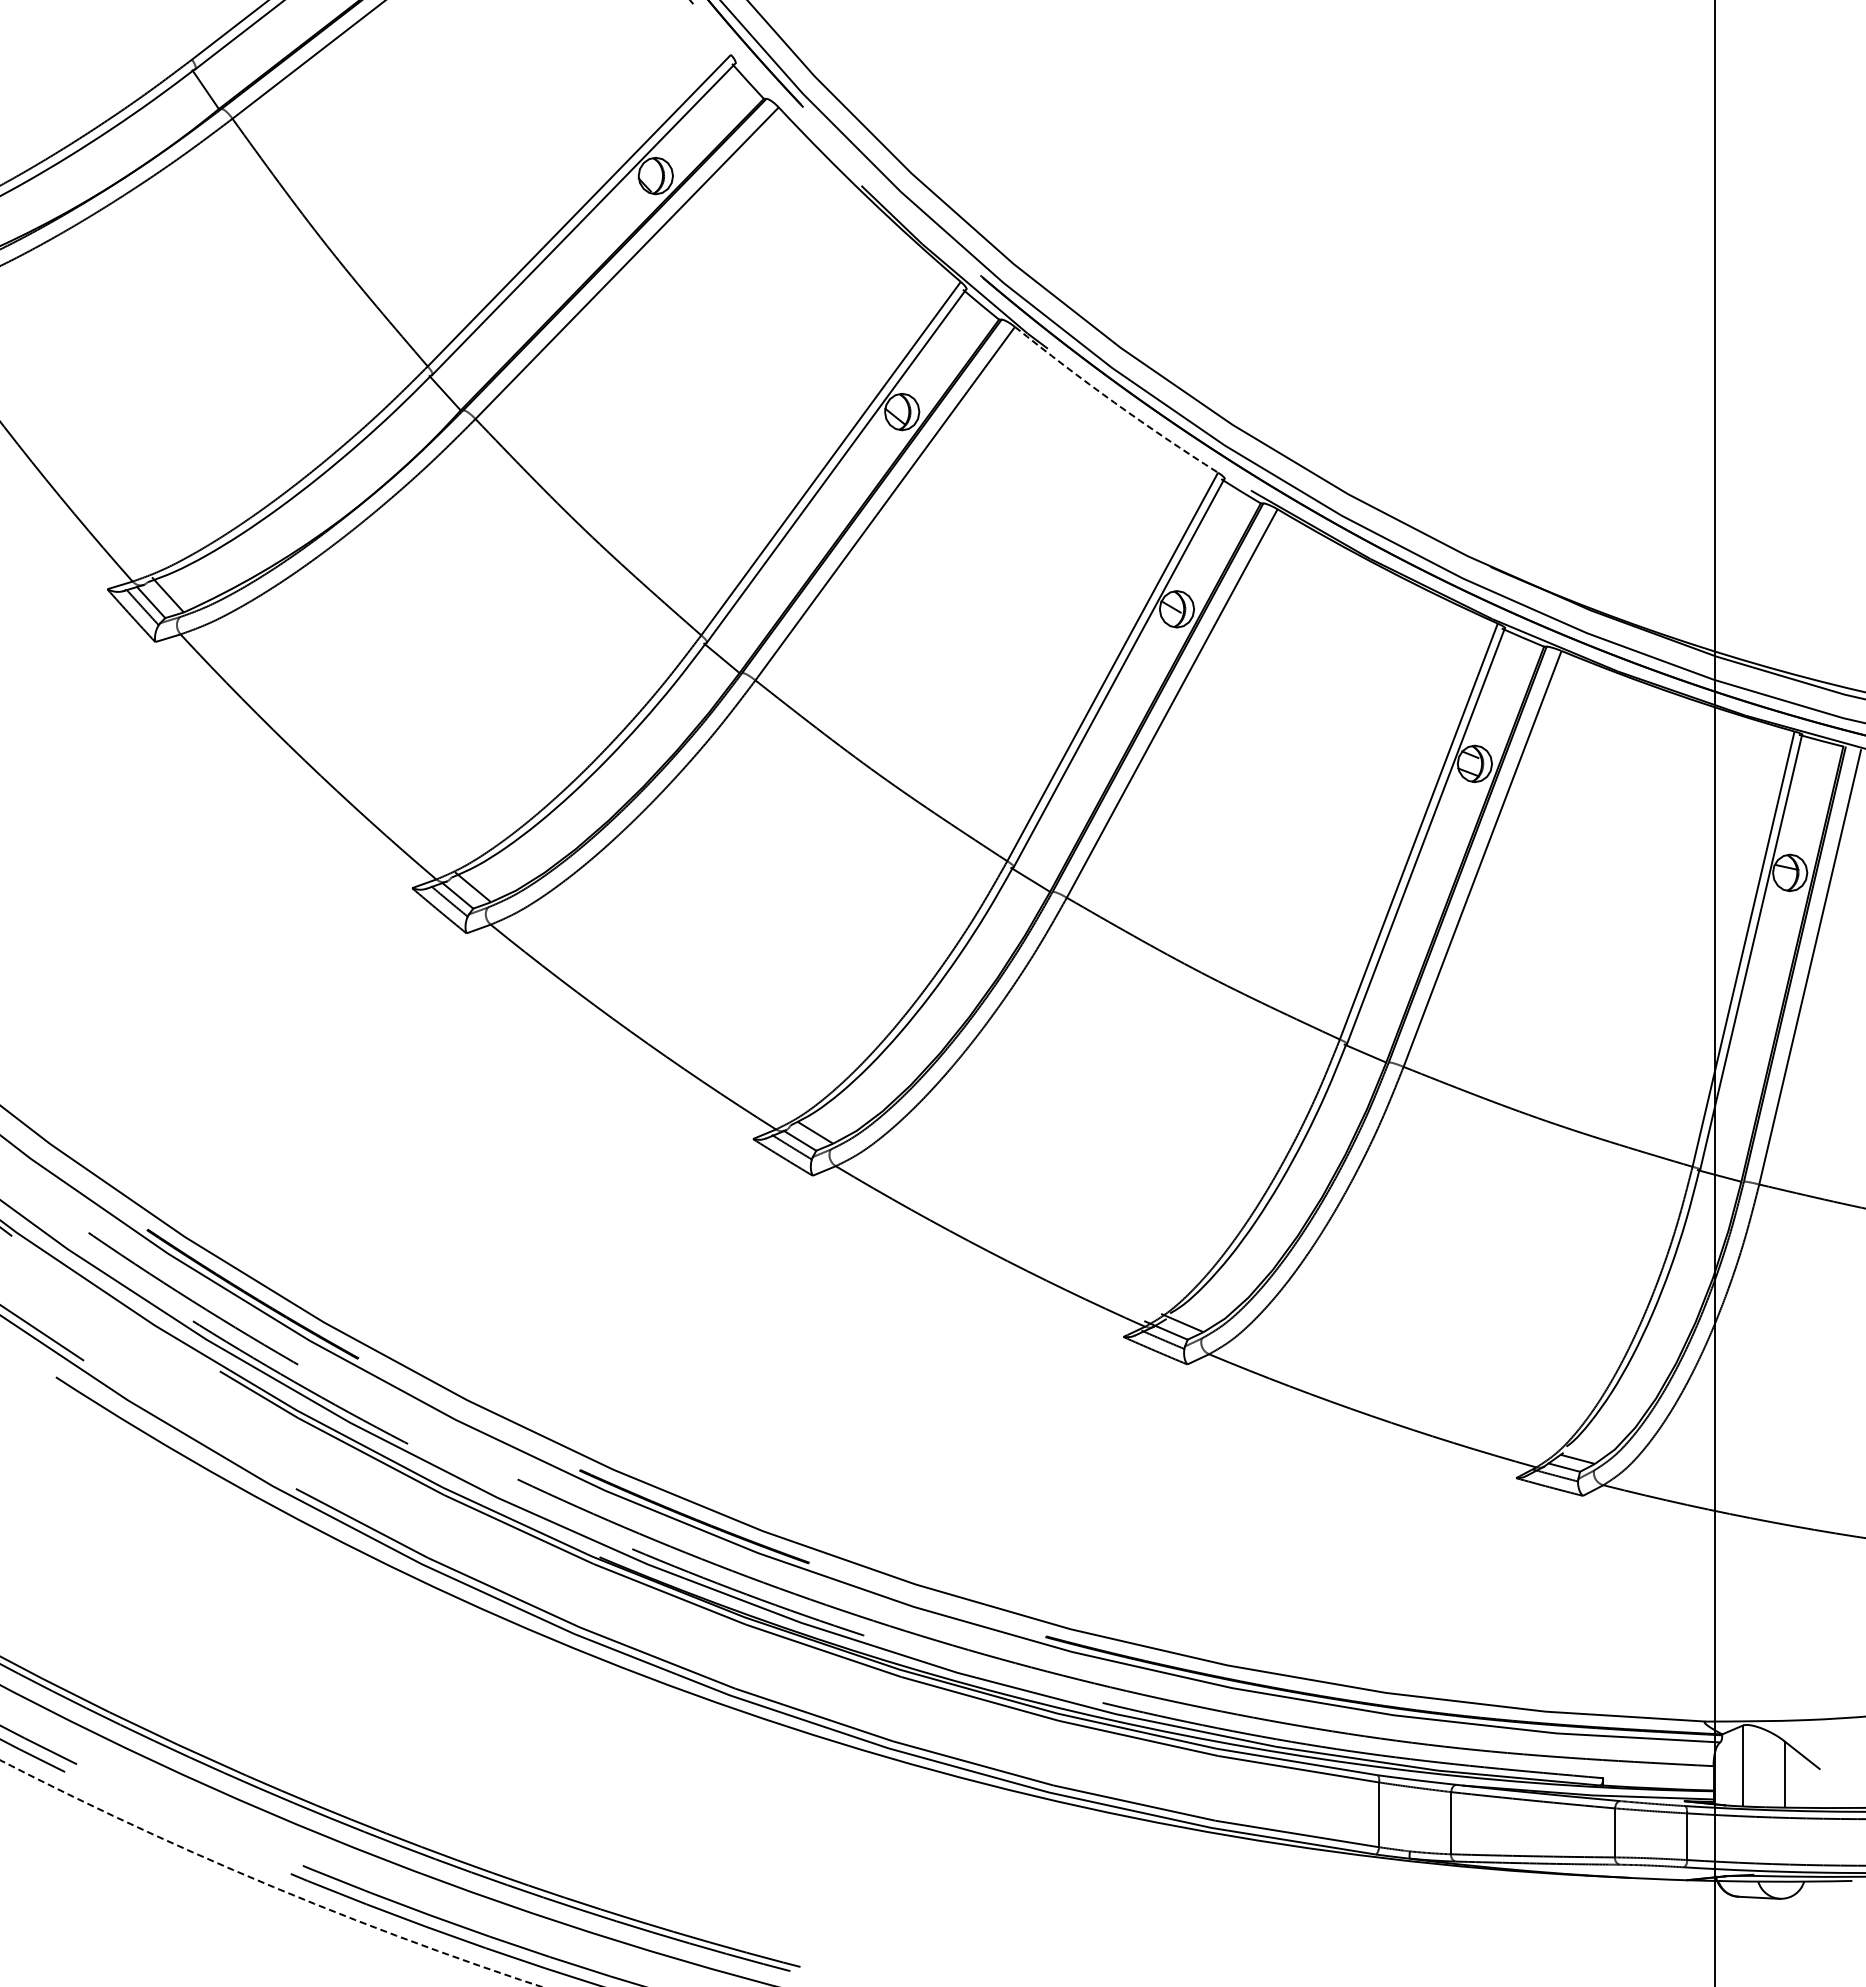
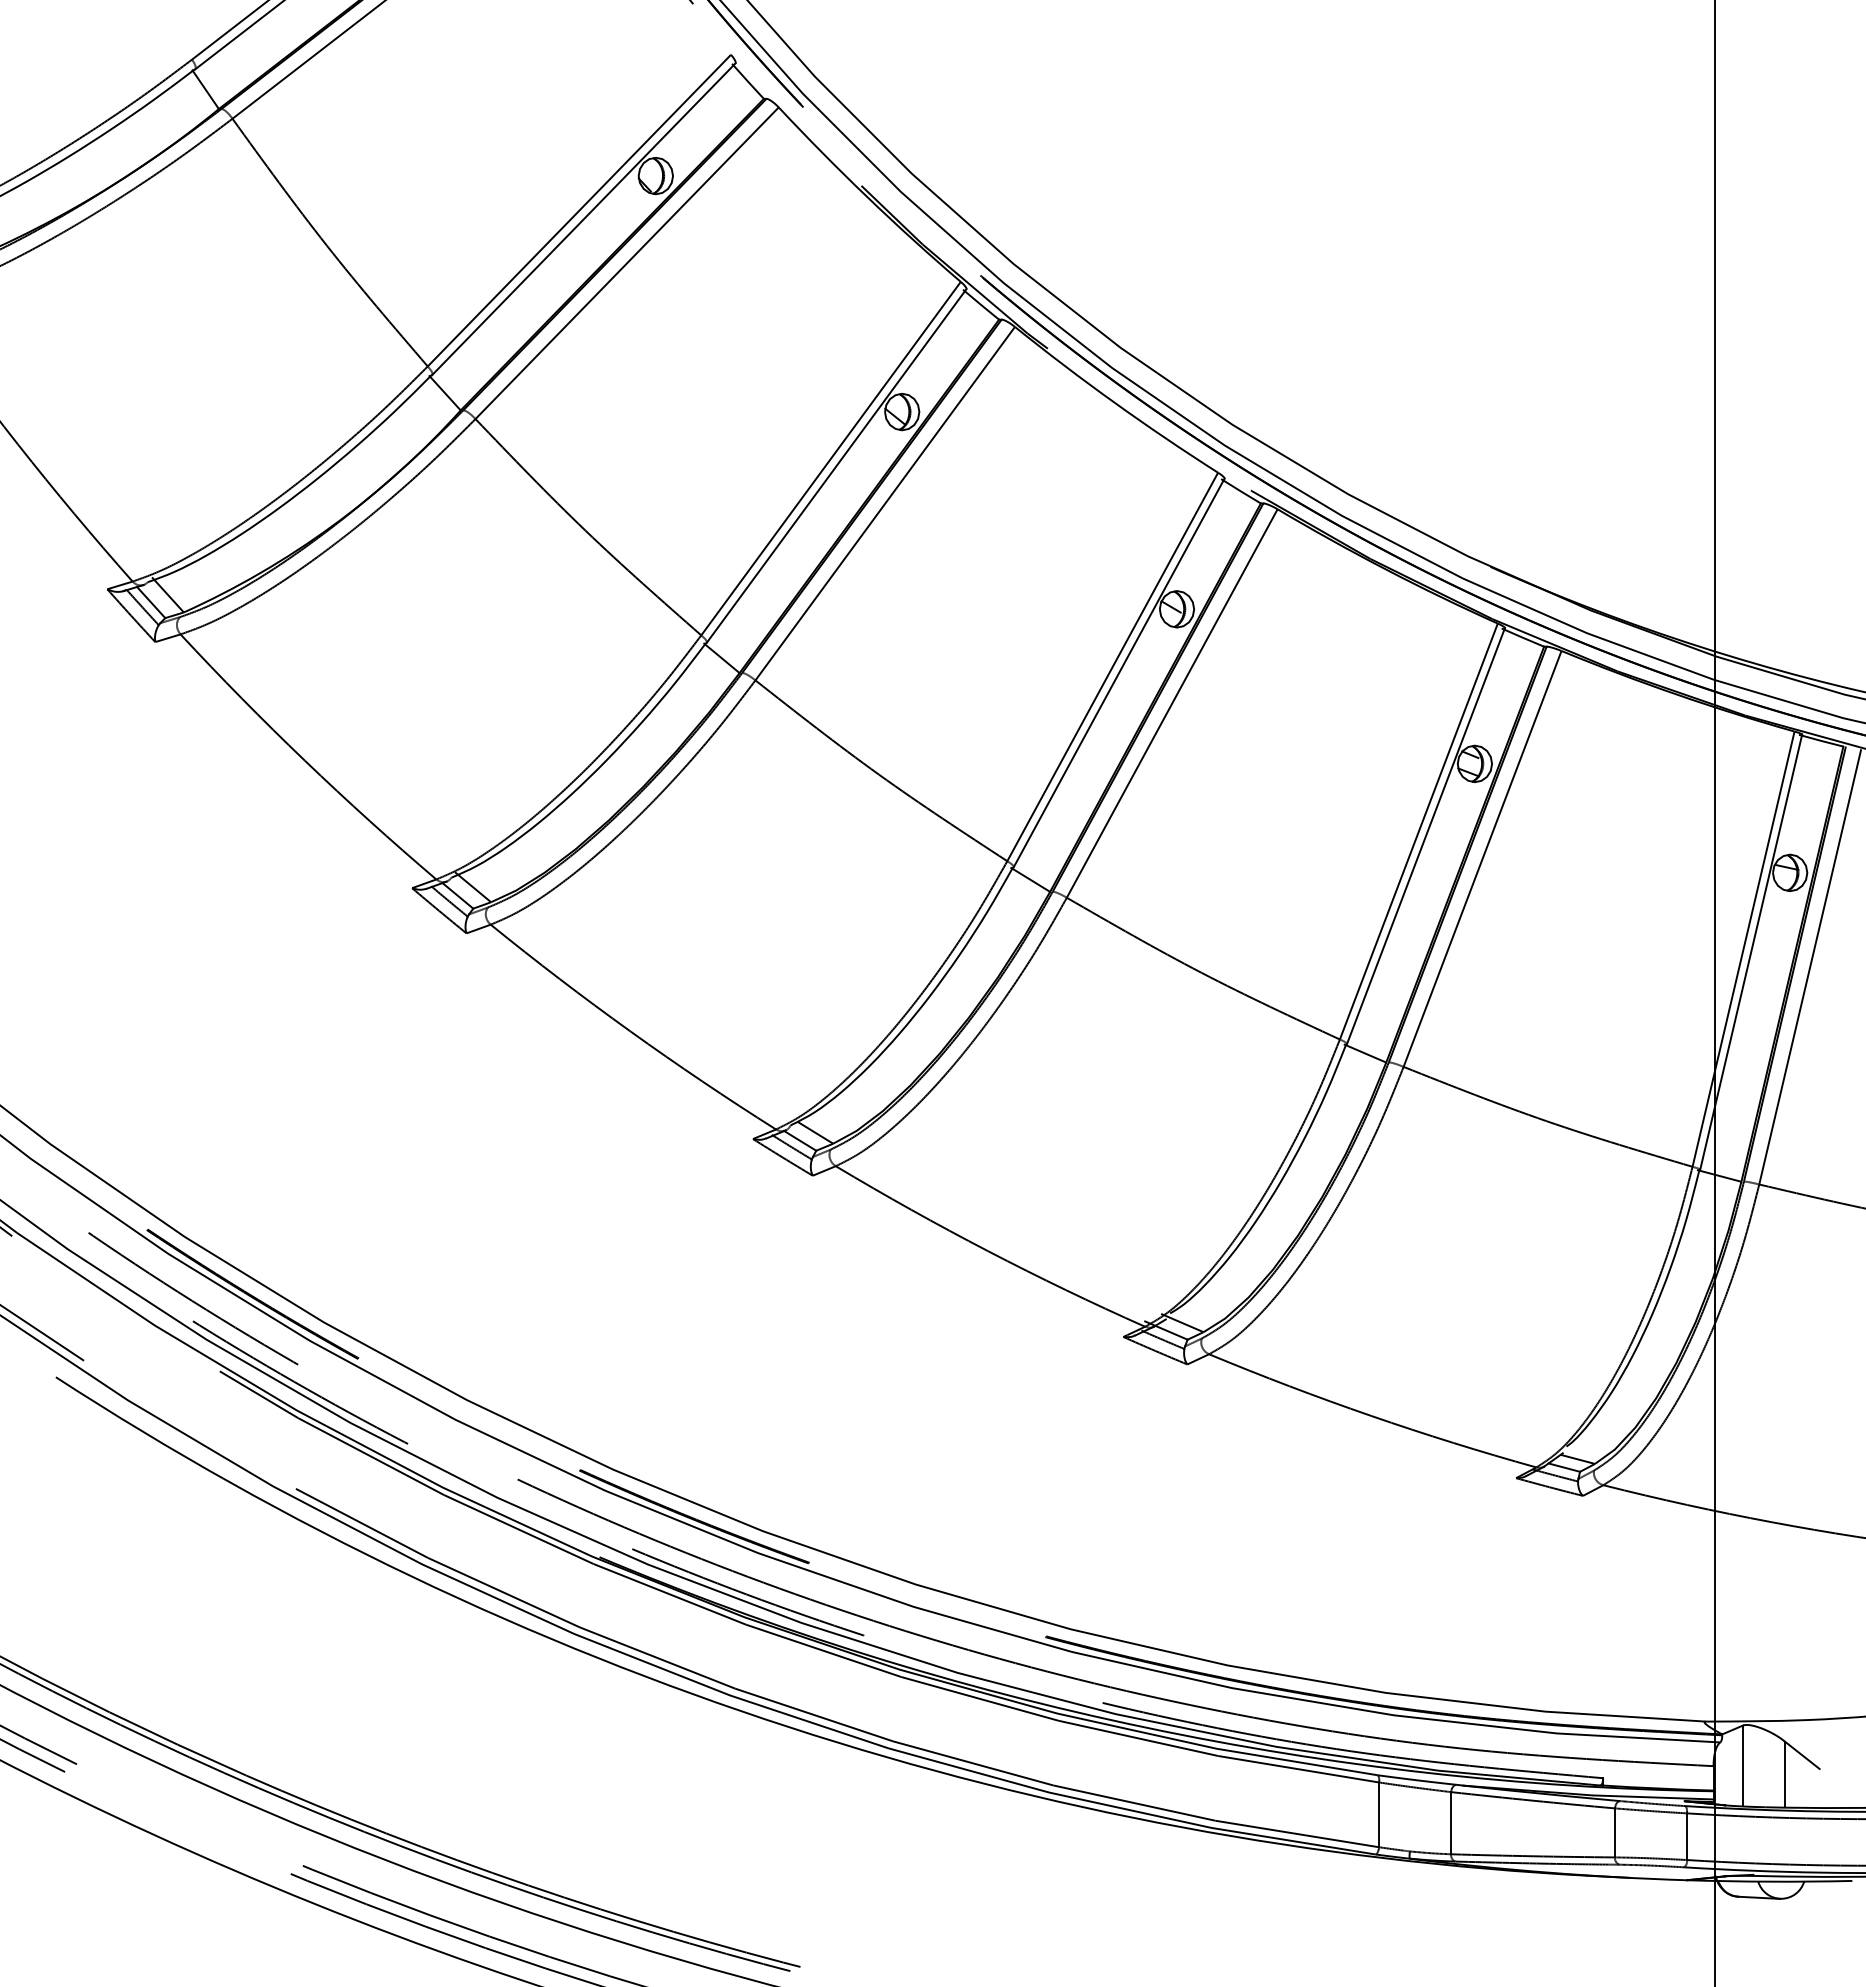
arc at (1114, 402): dashed -> solid
arc at (267, 1884): dashed -> solid
